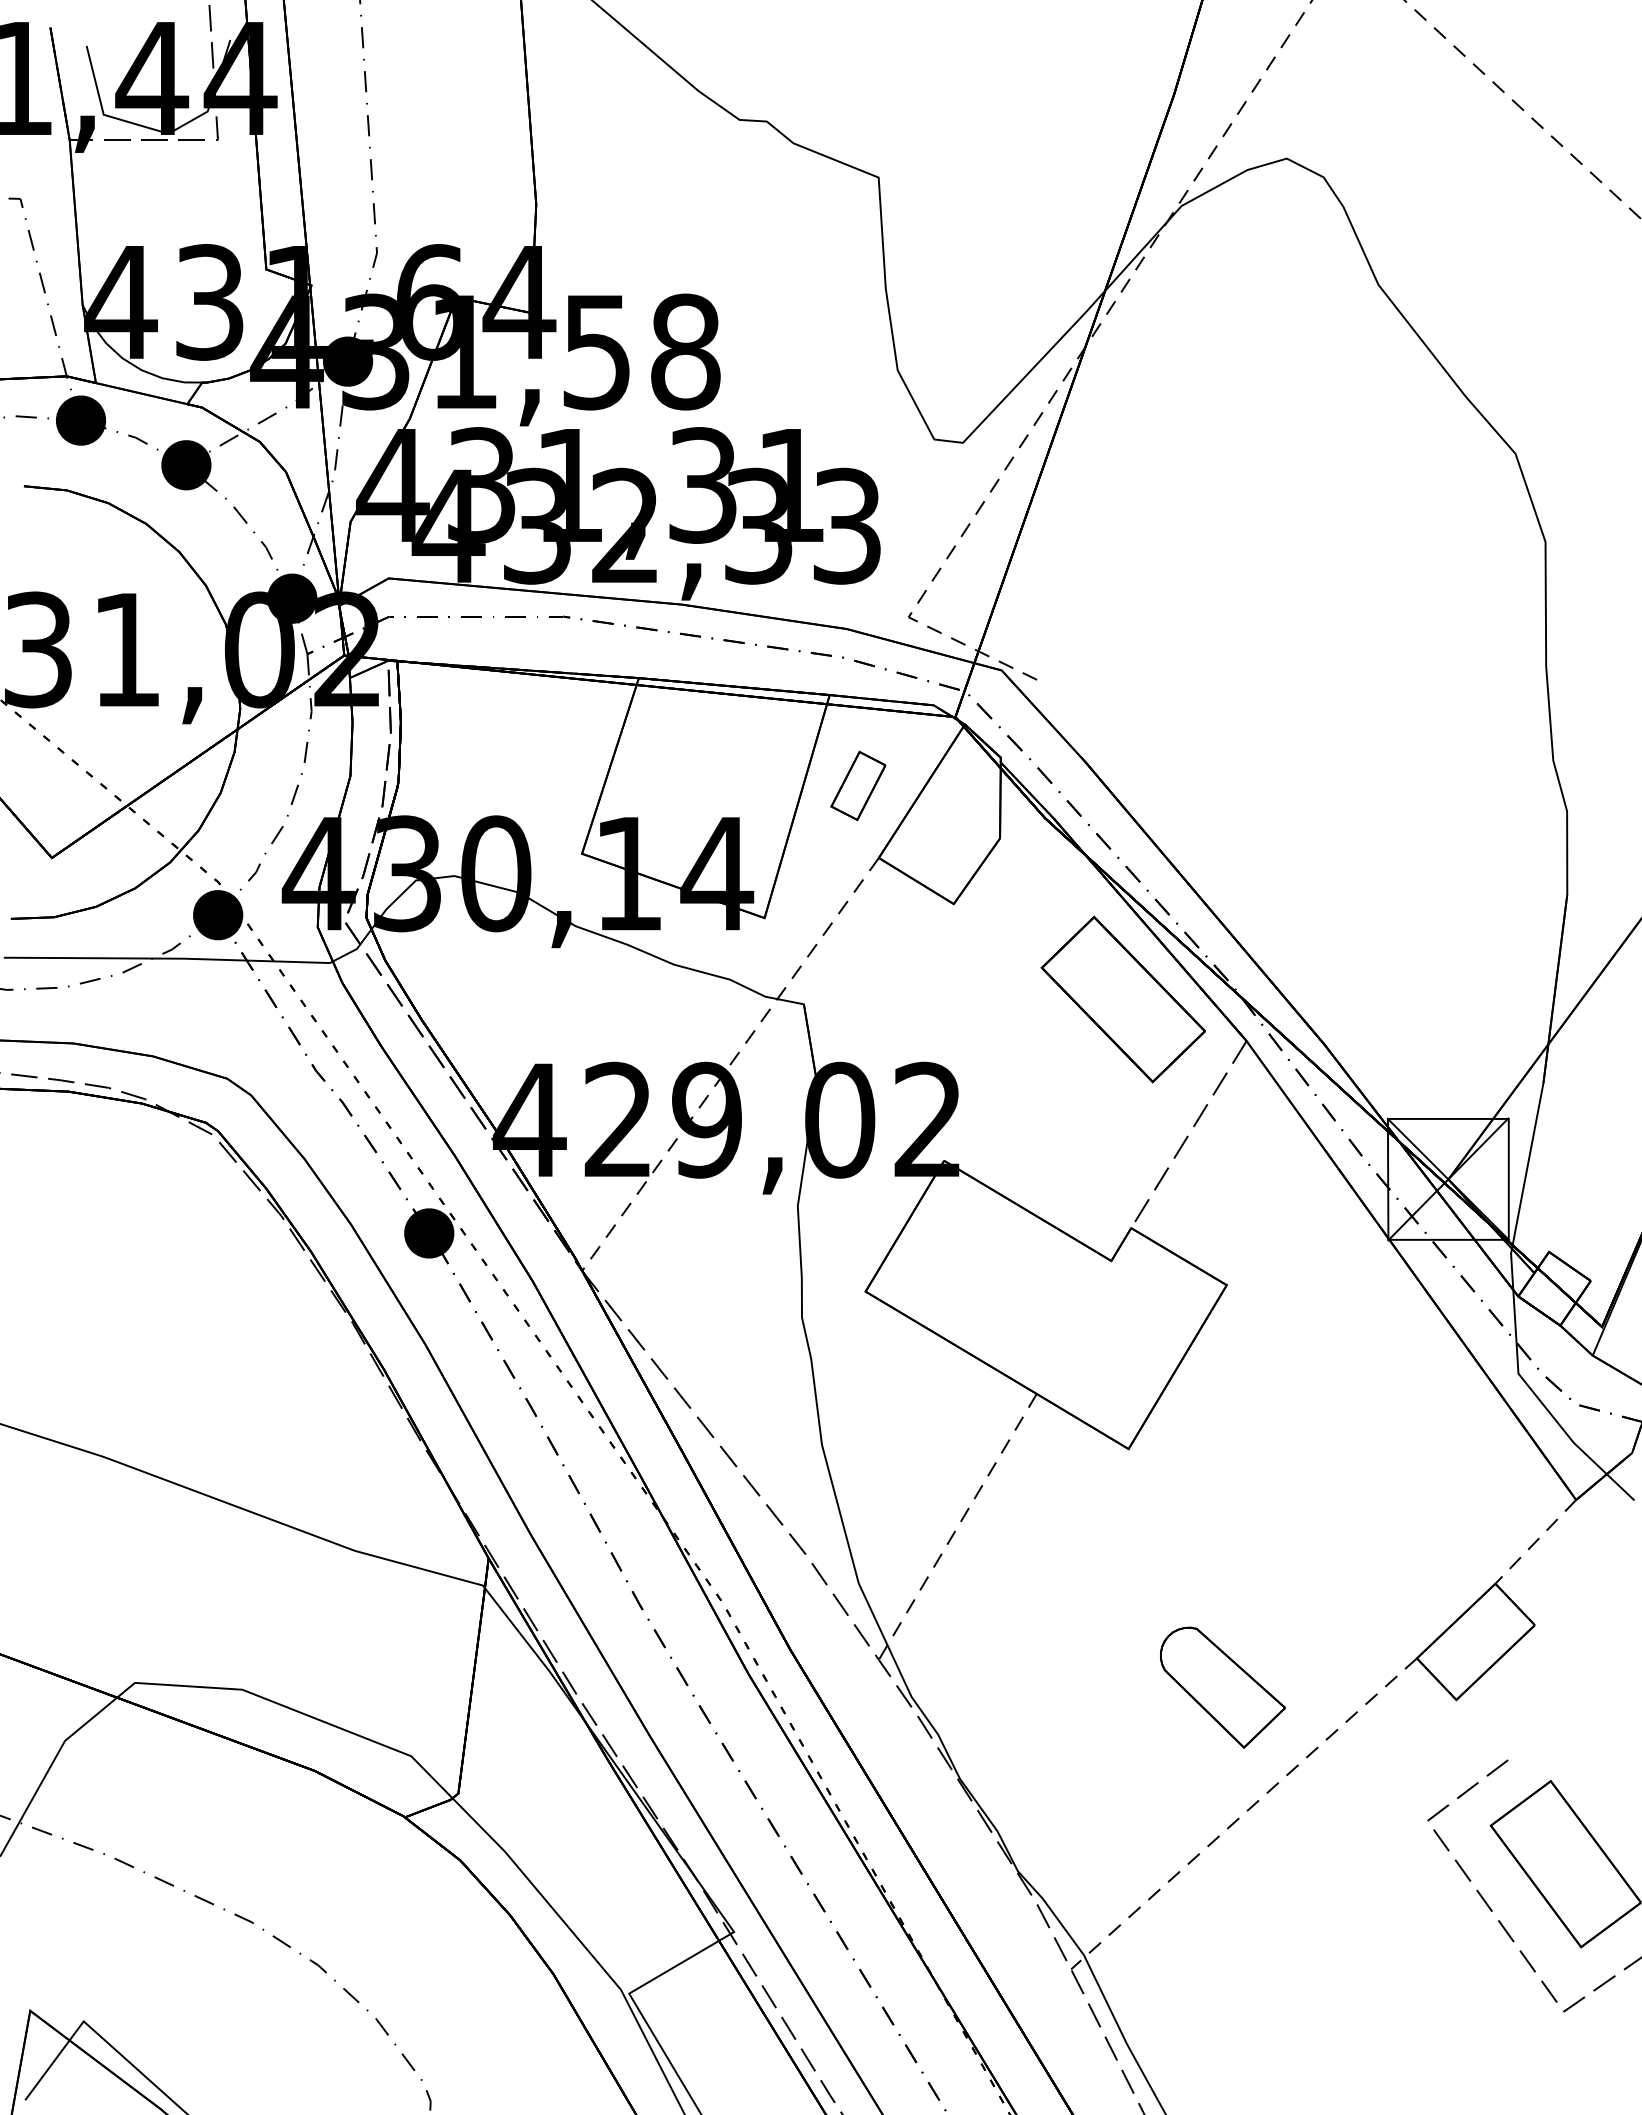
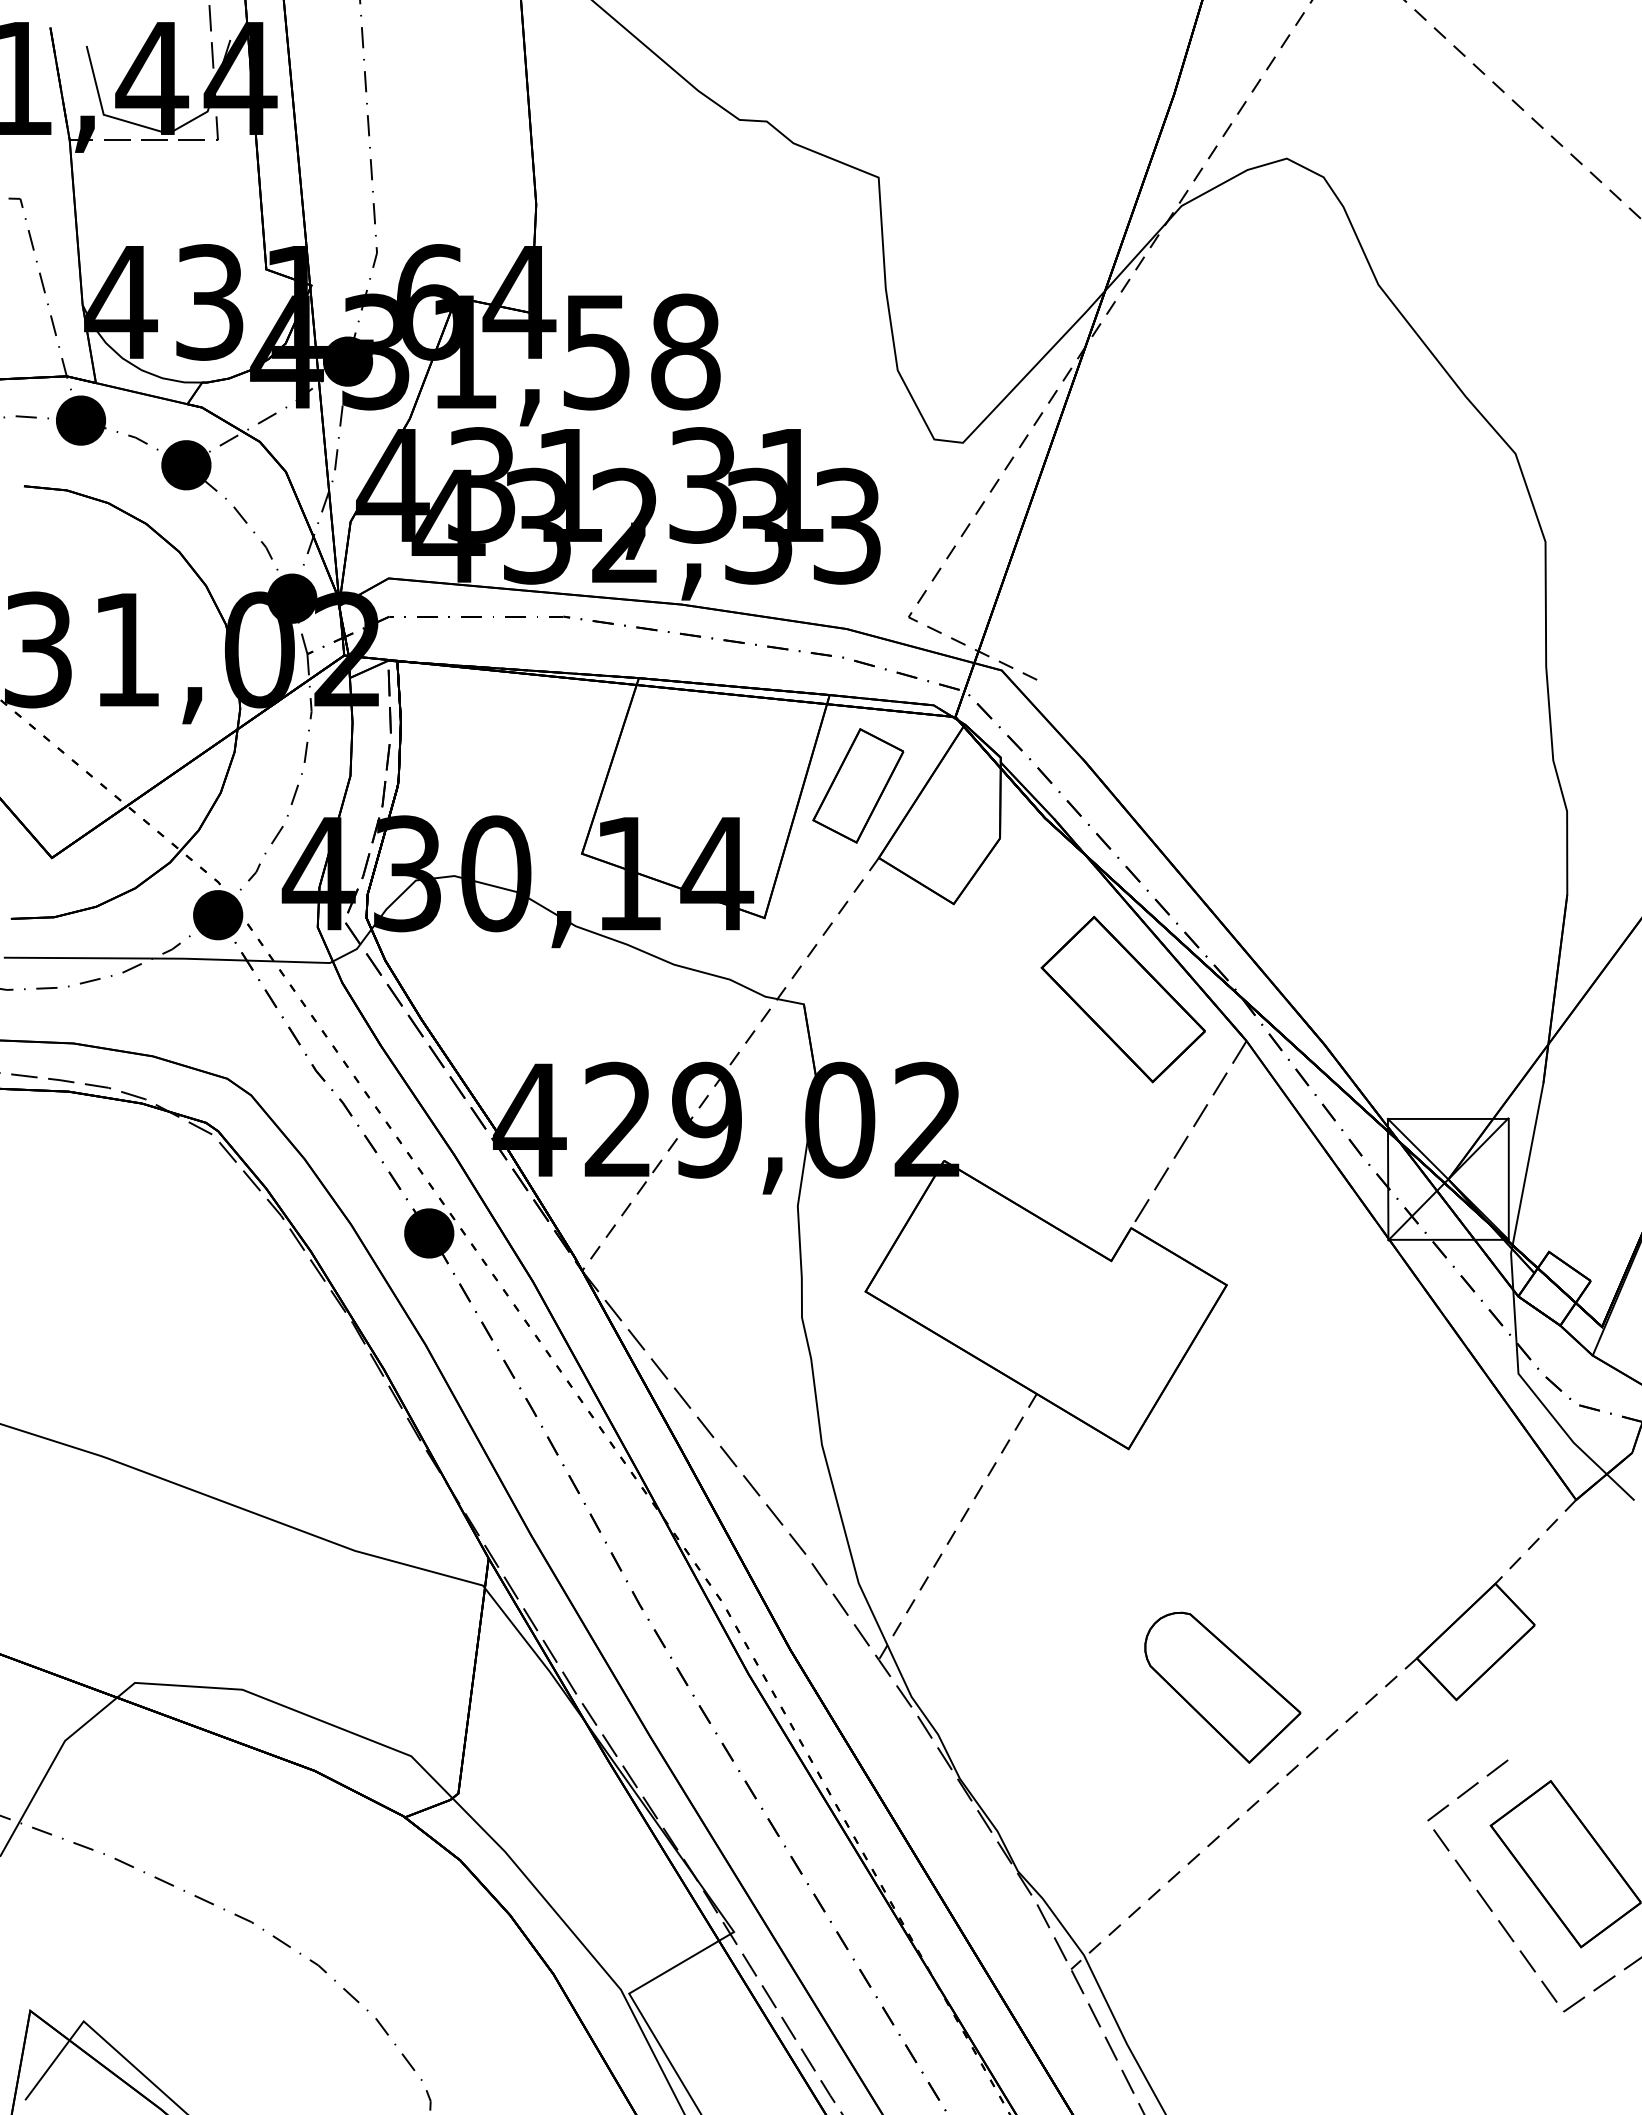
part at (858, 785) size: 57x72 px -> 93x116 px
part at (1222, 1687) size: 126x123 px -> 158x153 px
